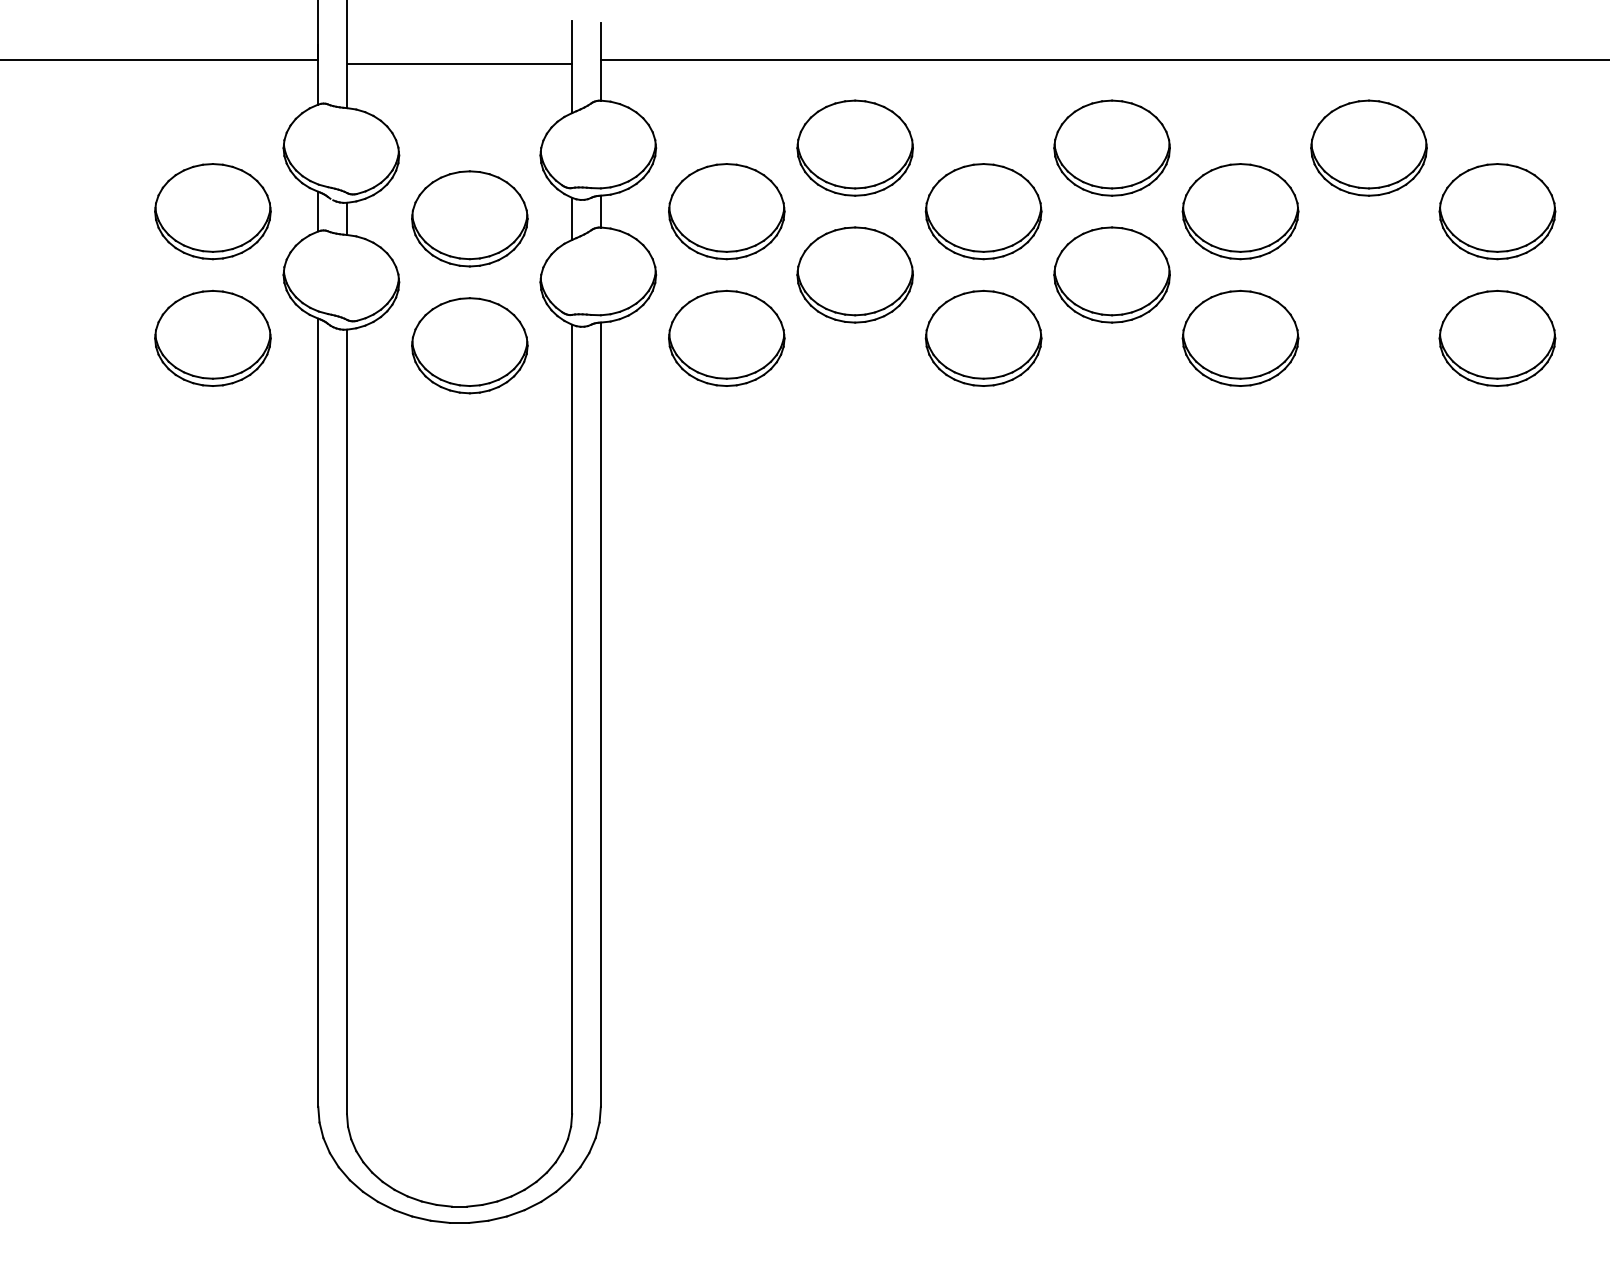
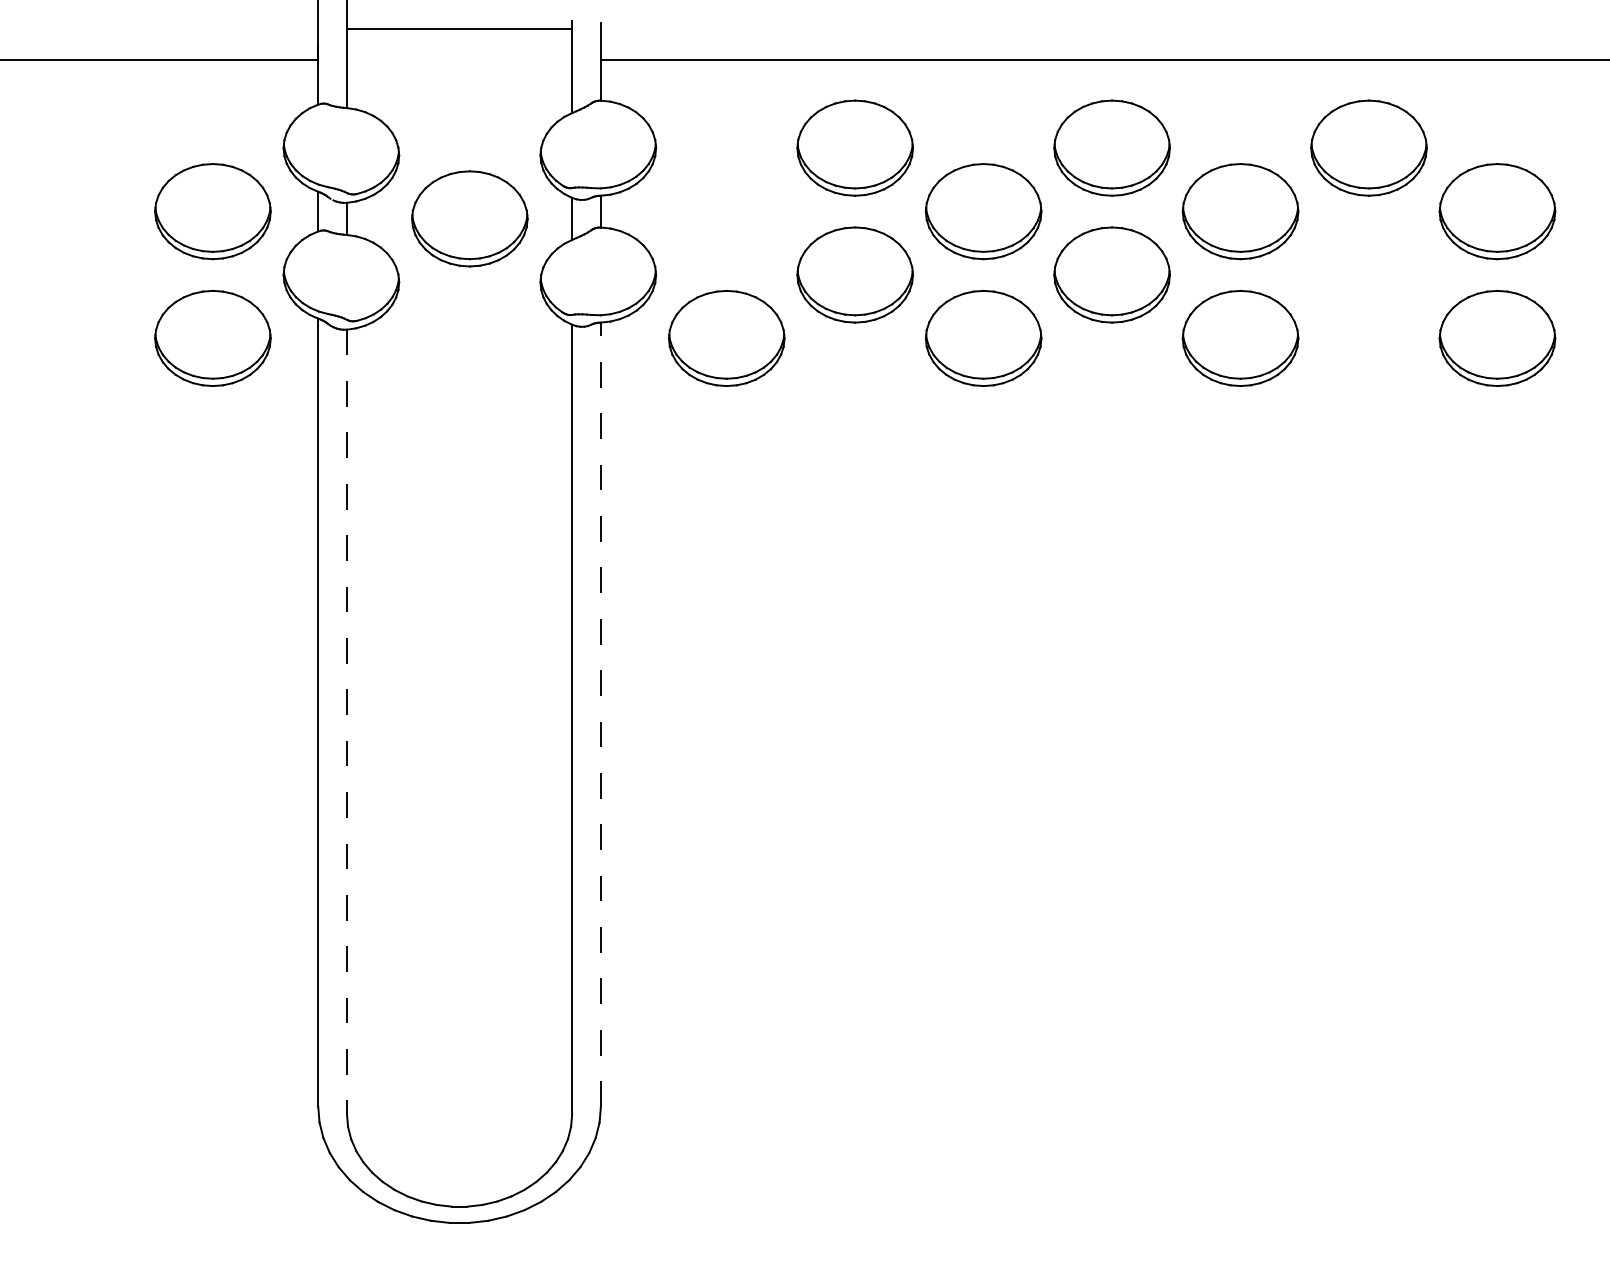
line at (459, 63) position: (459, 63) -> (459, 28)
part at (726, 211): present -> none
part at (469, 345): present -> none
line at (600, 714): solid -> dashed
line at (347, 722): solid -> dashed
